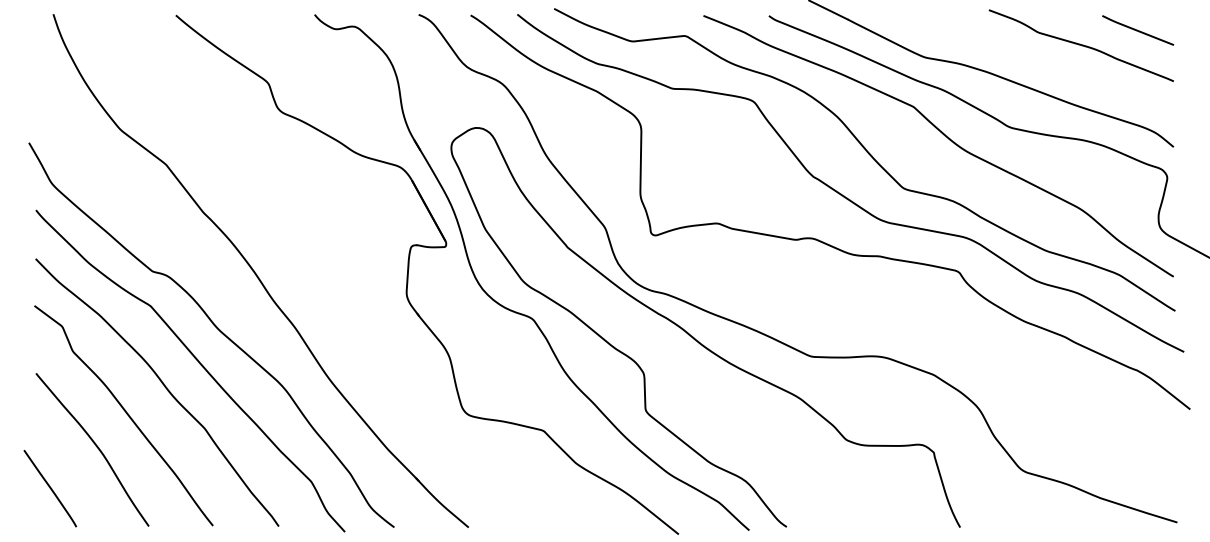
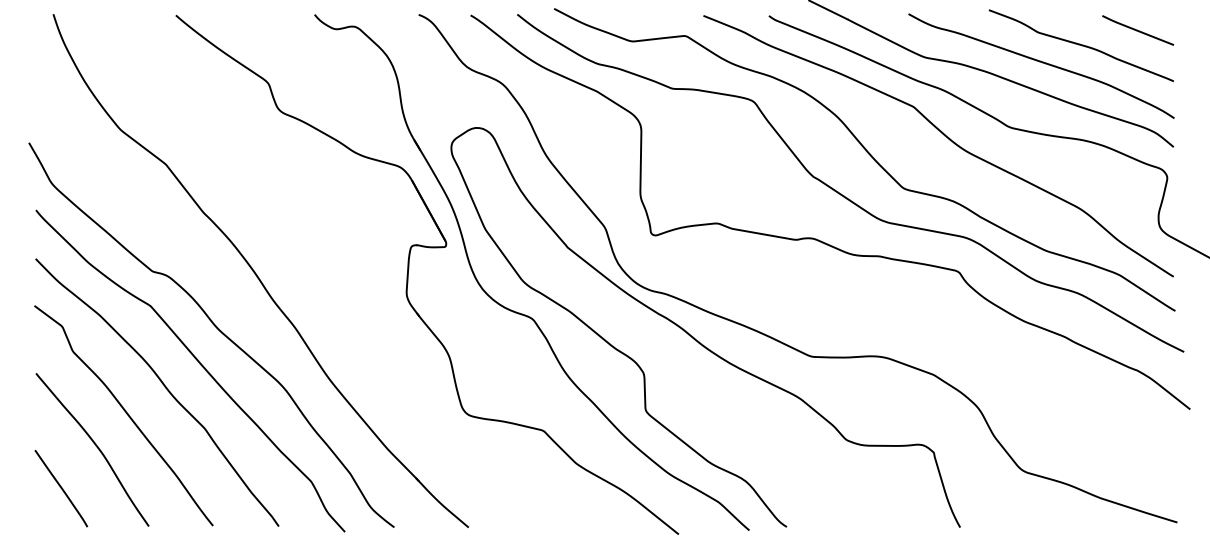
curve at (1042, 63): none -> present
line at (50, 488) position: (50, 488) -> (61, 488)
